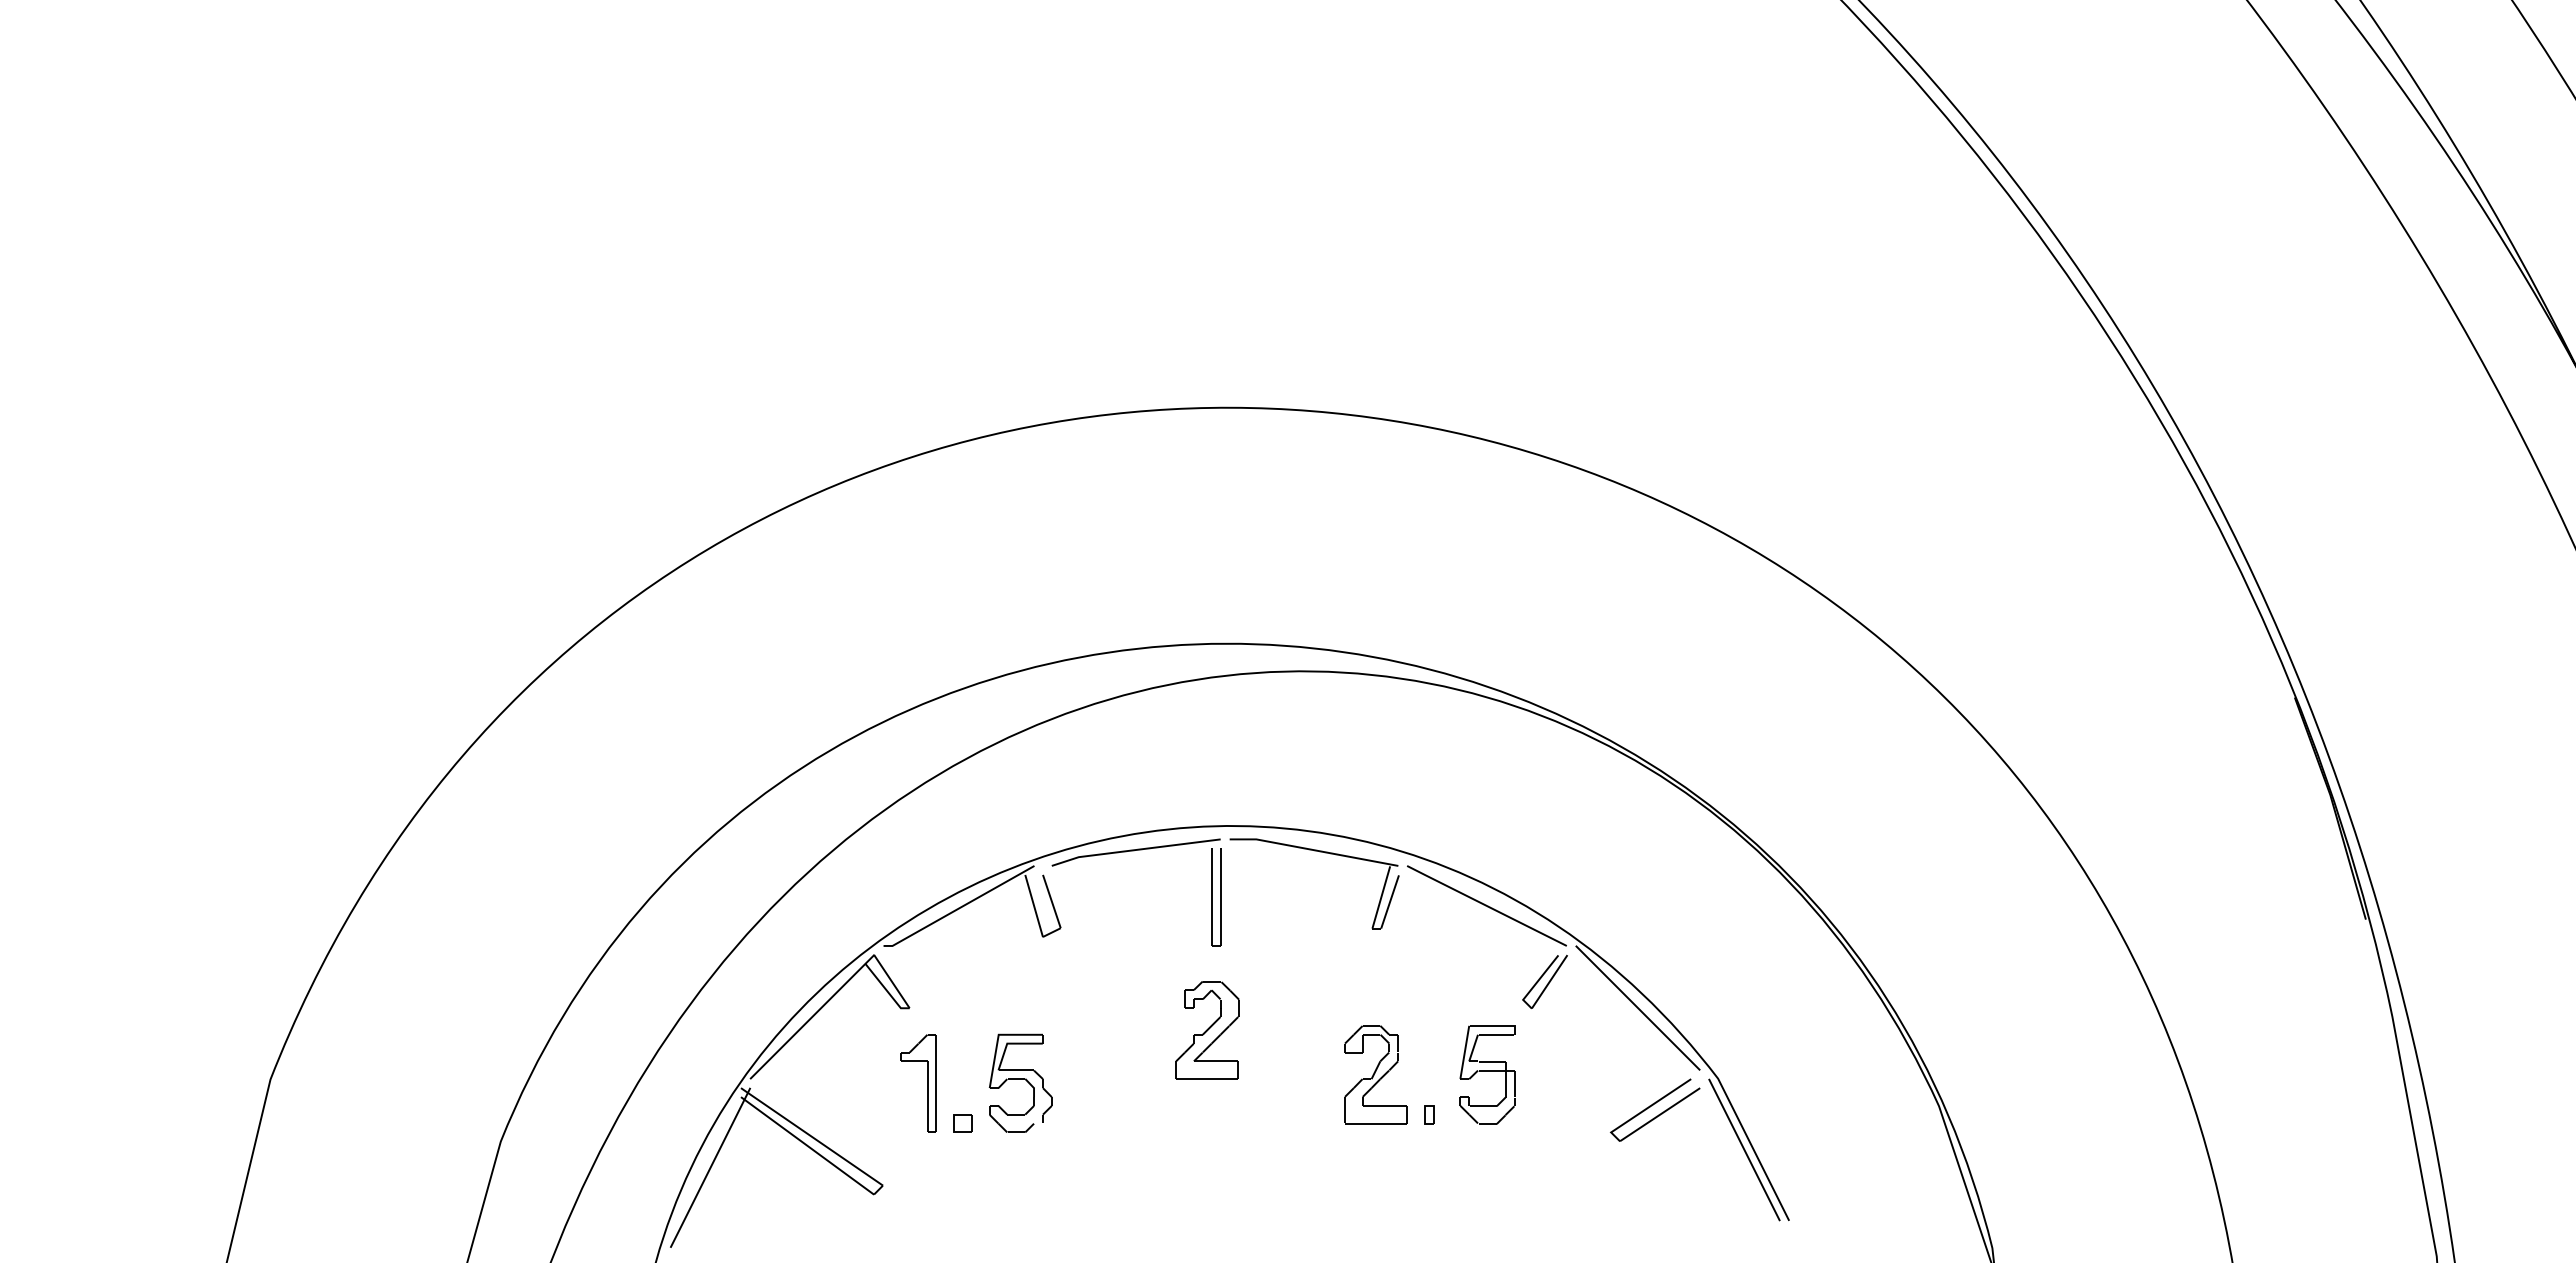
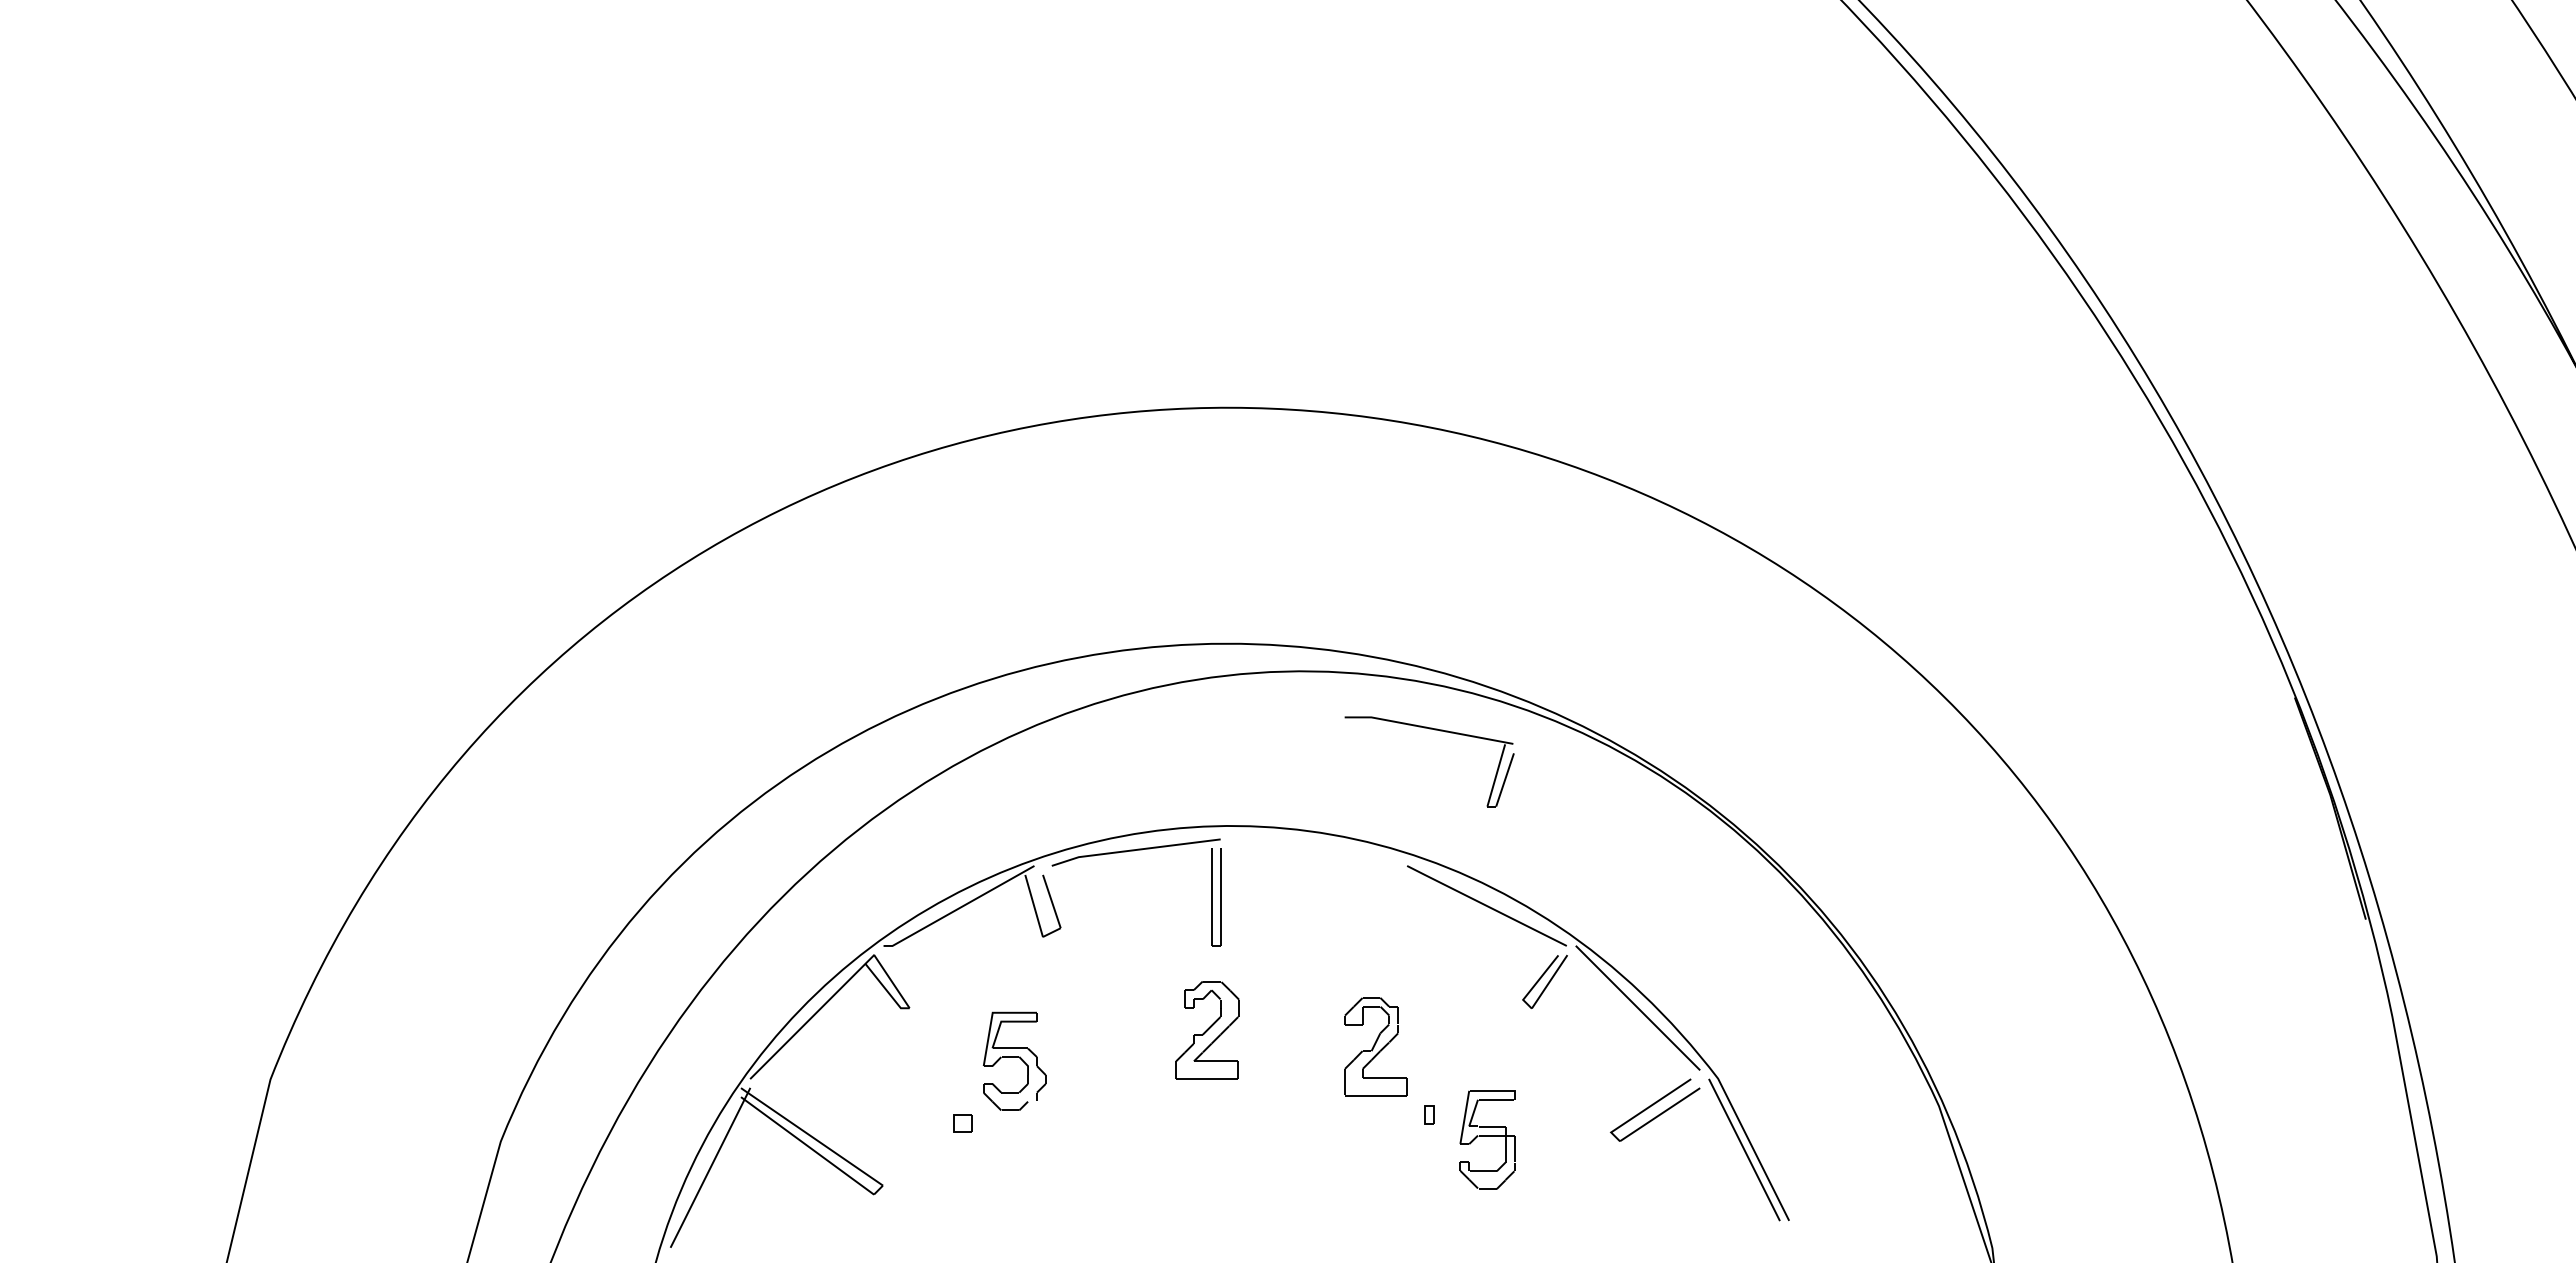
part at (1319, 852) position: (1319, 852) -> (1434, 730)
part at (1375, 1074) position: (1375, 1074) -> (1375, 1046)
part at (1487, 1074) position: (1487, 1074) -> (1487, 1139)
part at (1020, 1082) position: (1020, 1082) -> (1014, 1060)
part at (927, 1083): present -> none
